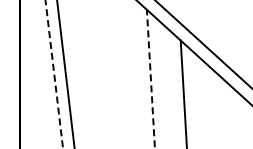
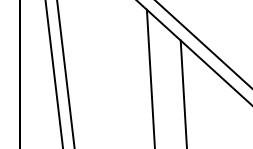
line at (54, 74): dashed -> solid
line at (150, 78): dashed -> solid
